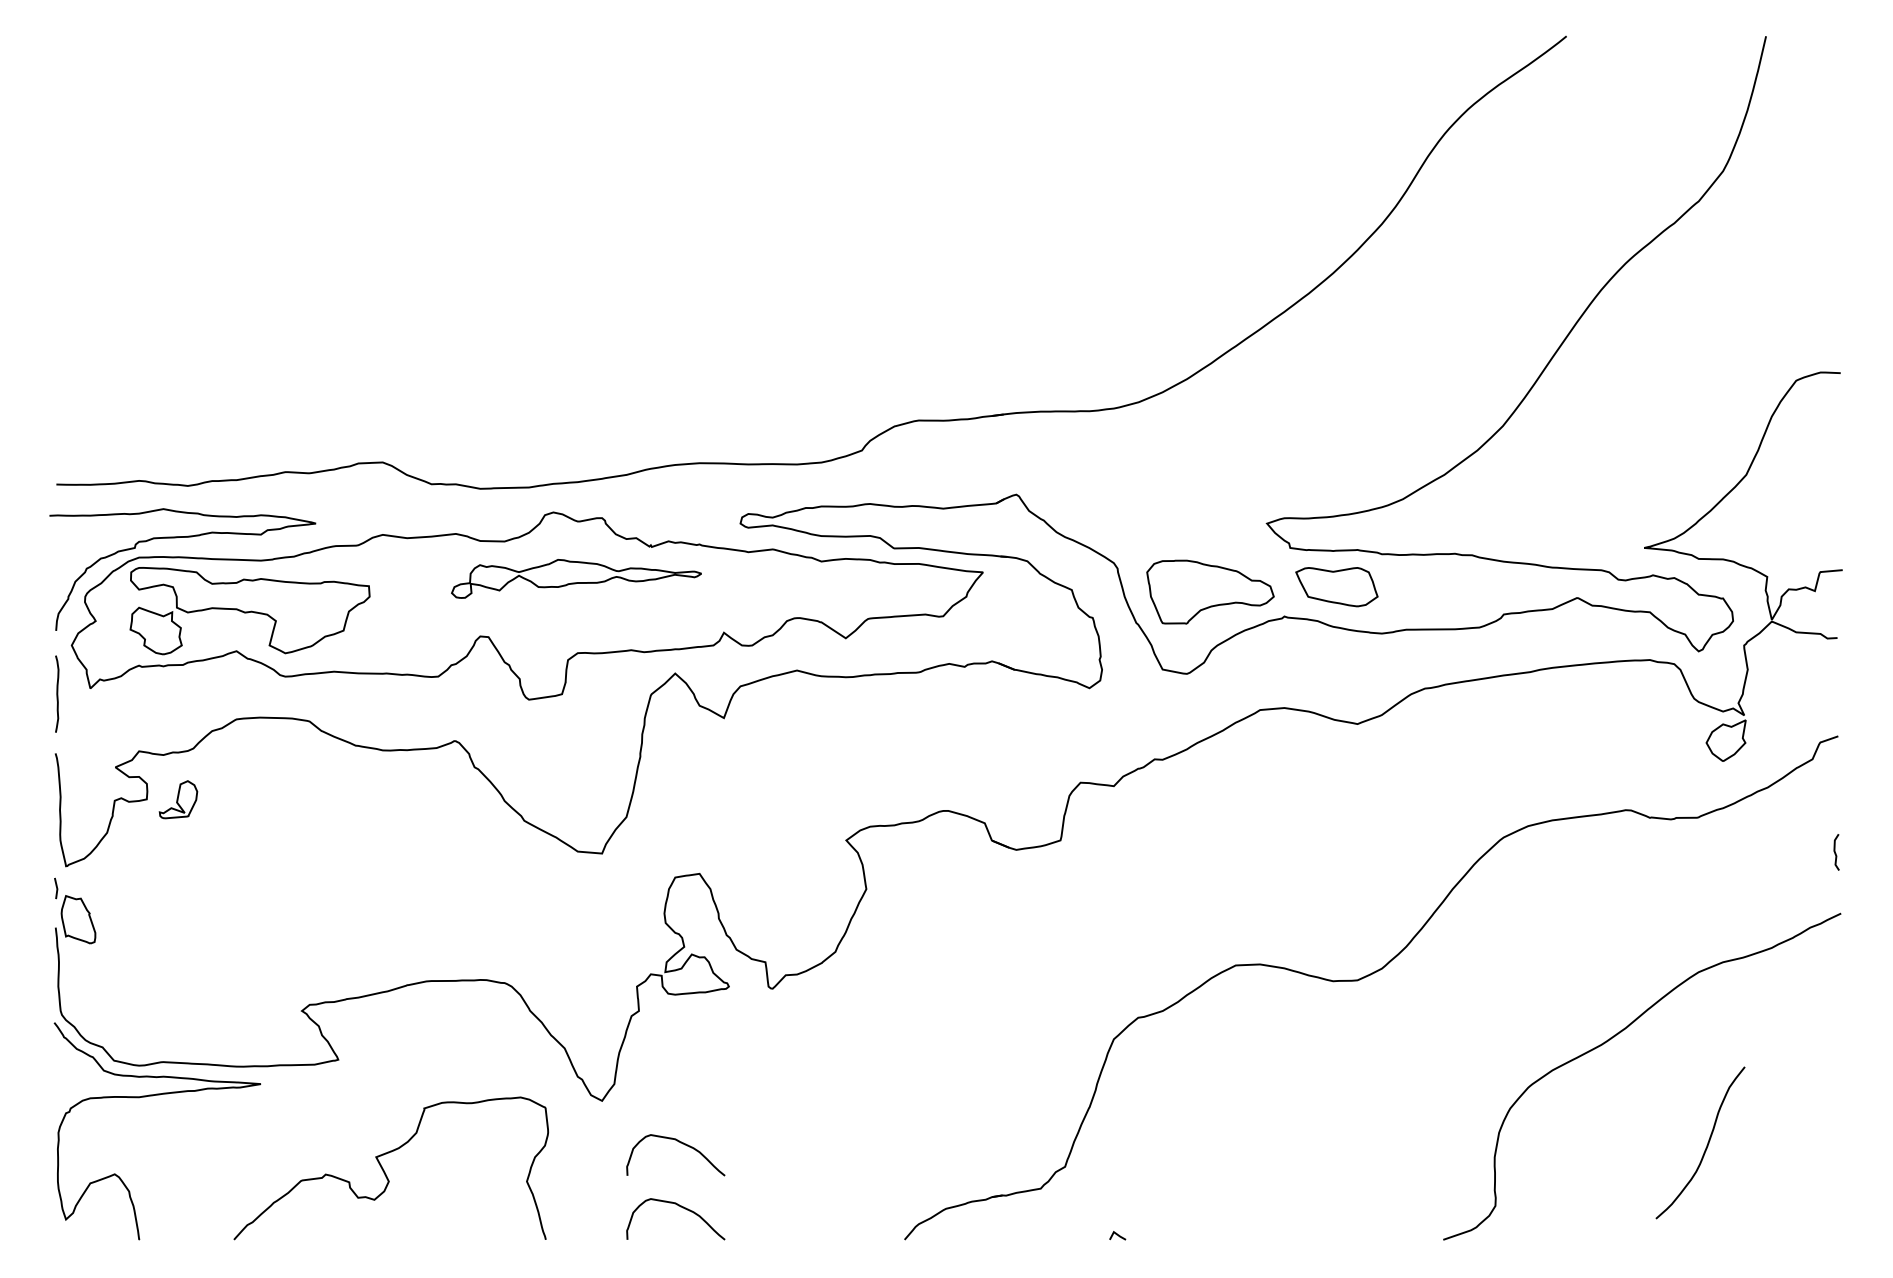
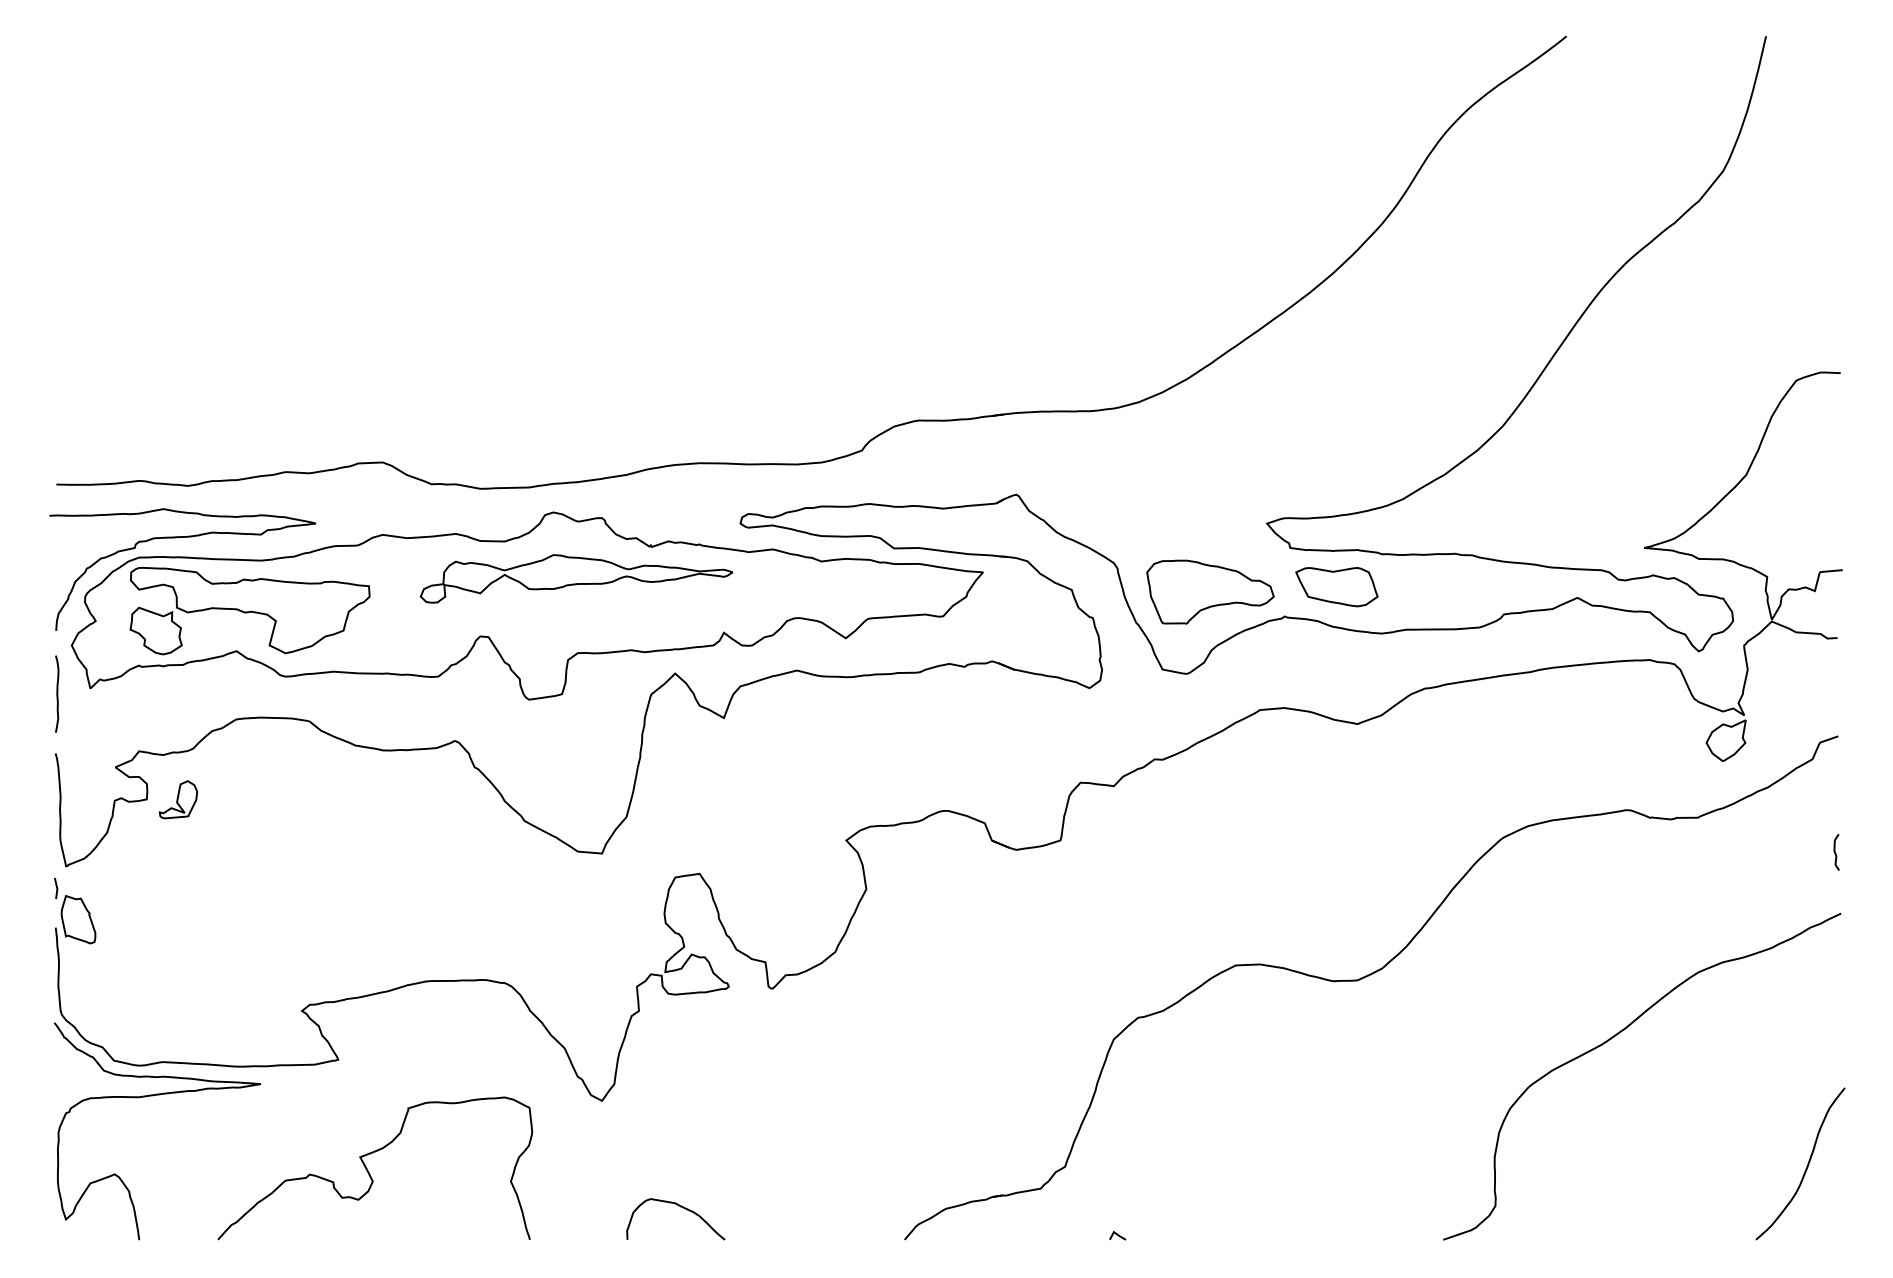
part at (576, 578) size: 251x40 px -> 315x50 px
curve at (680, 1143): present -> none
curve at (1706, 1145) position: (1706, 1145) -> (1806, 1166)
curve at (384, 1170) position: (384, 1170) -> (368, 1170)
